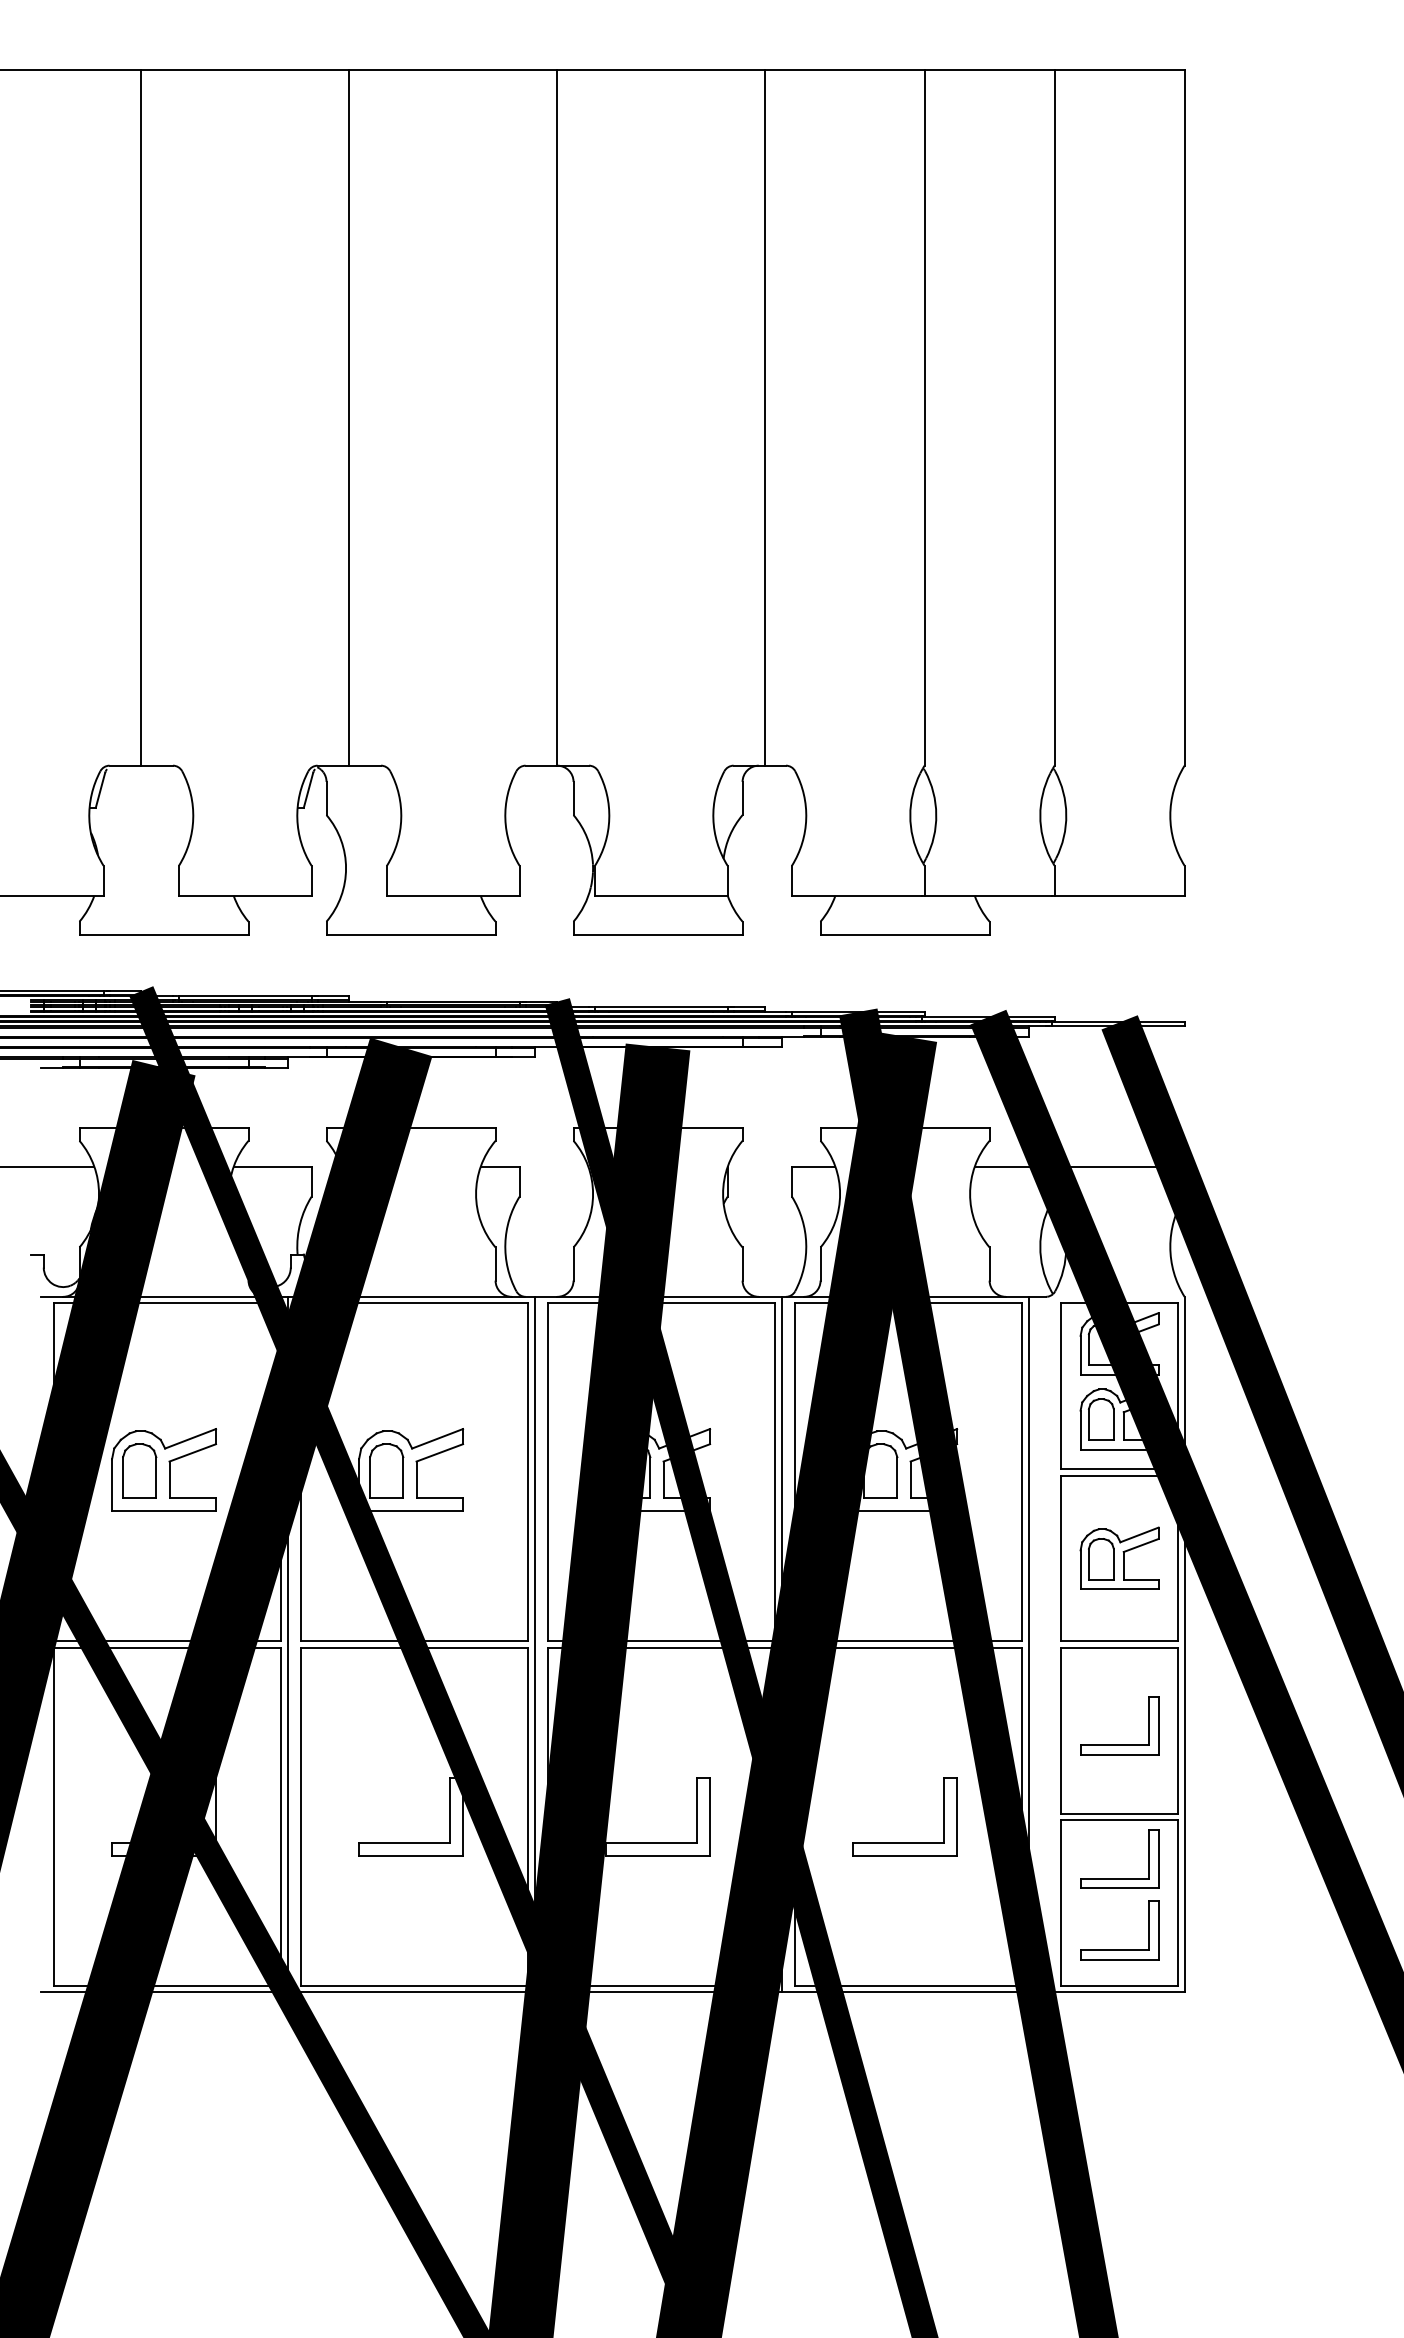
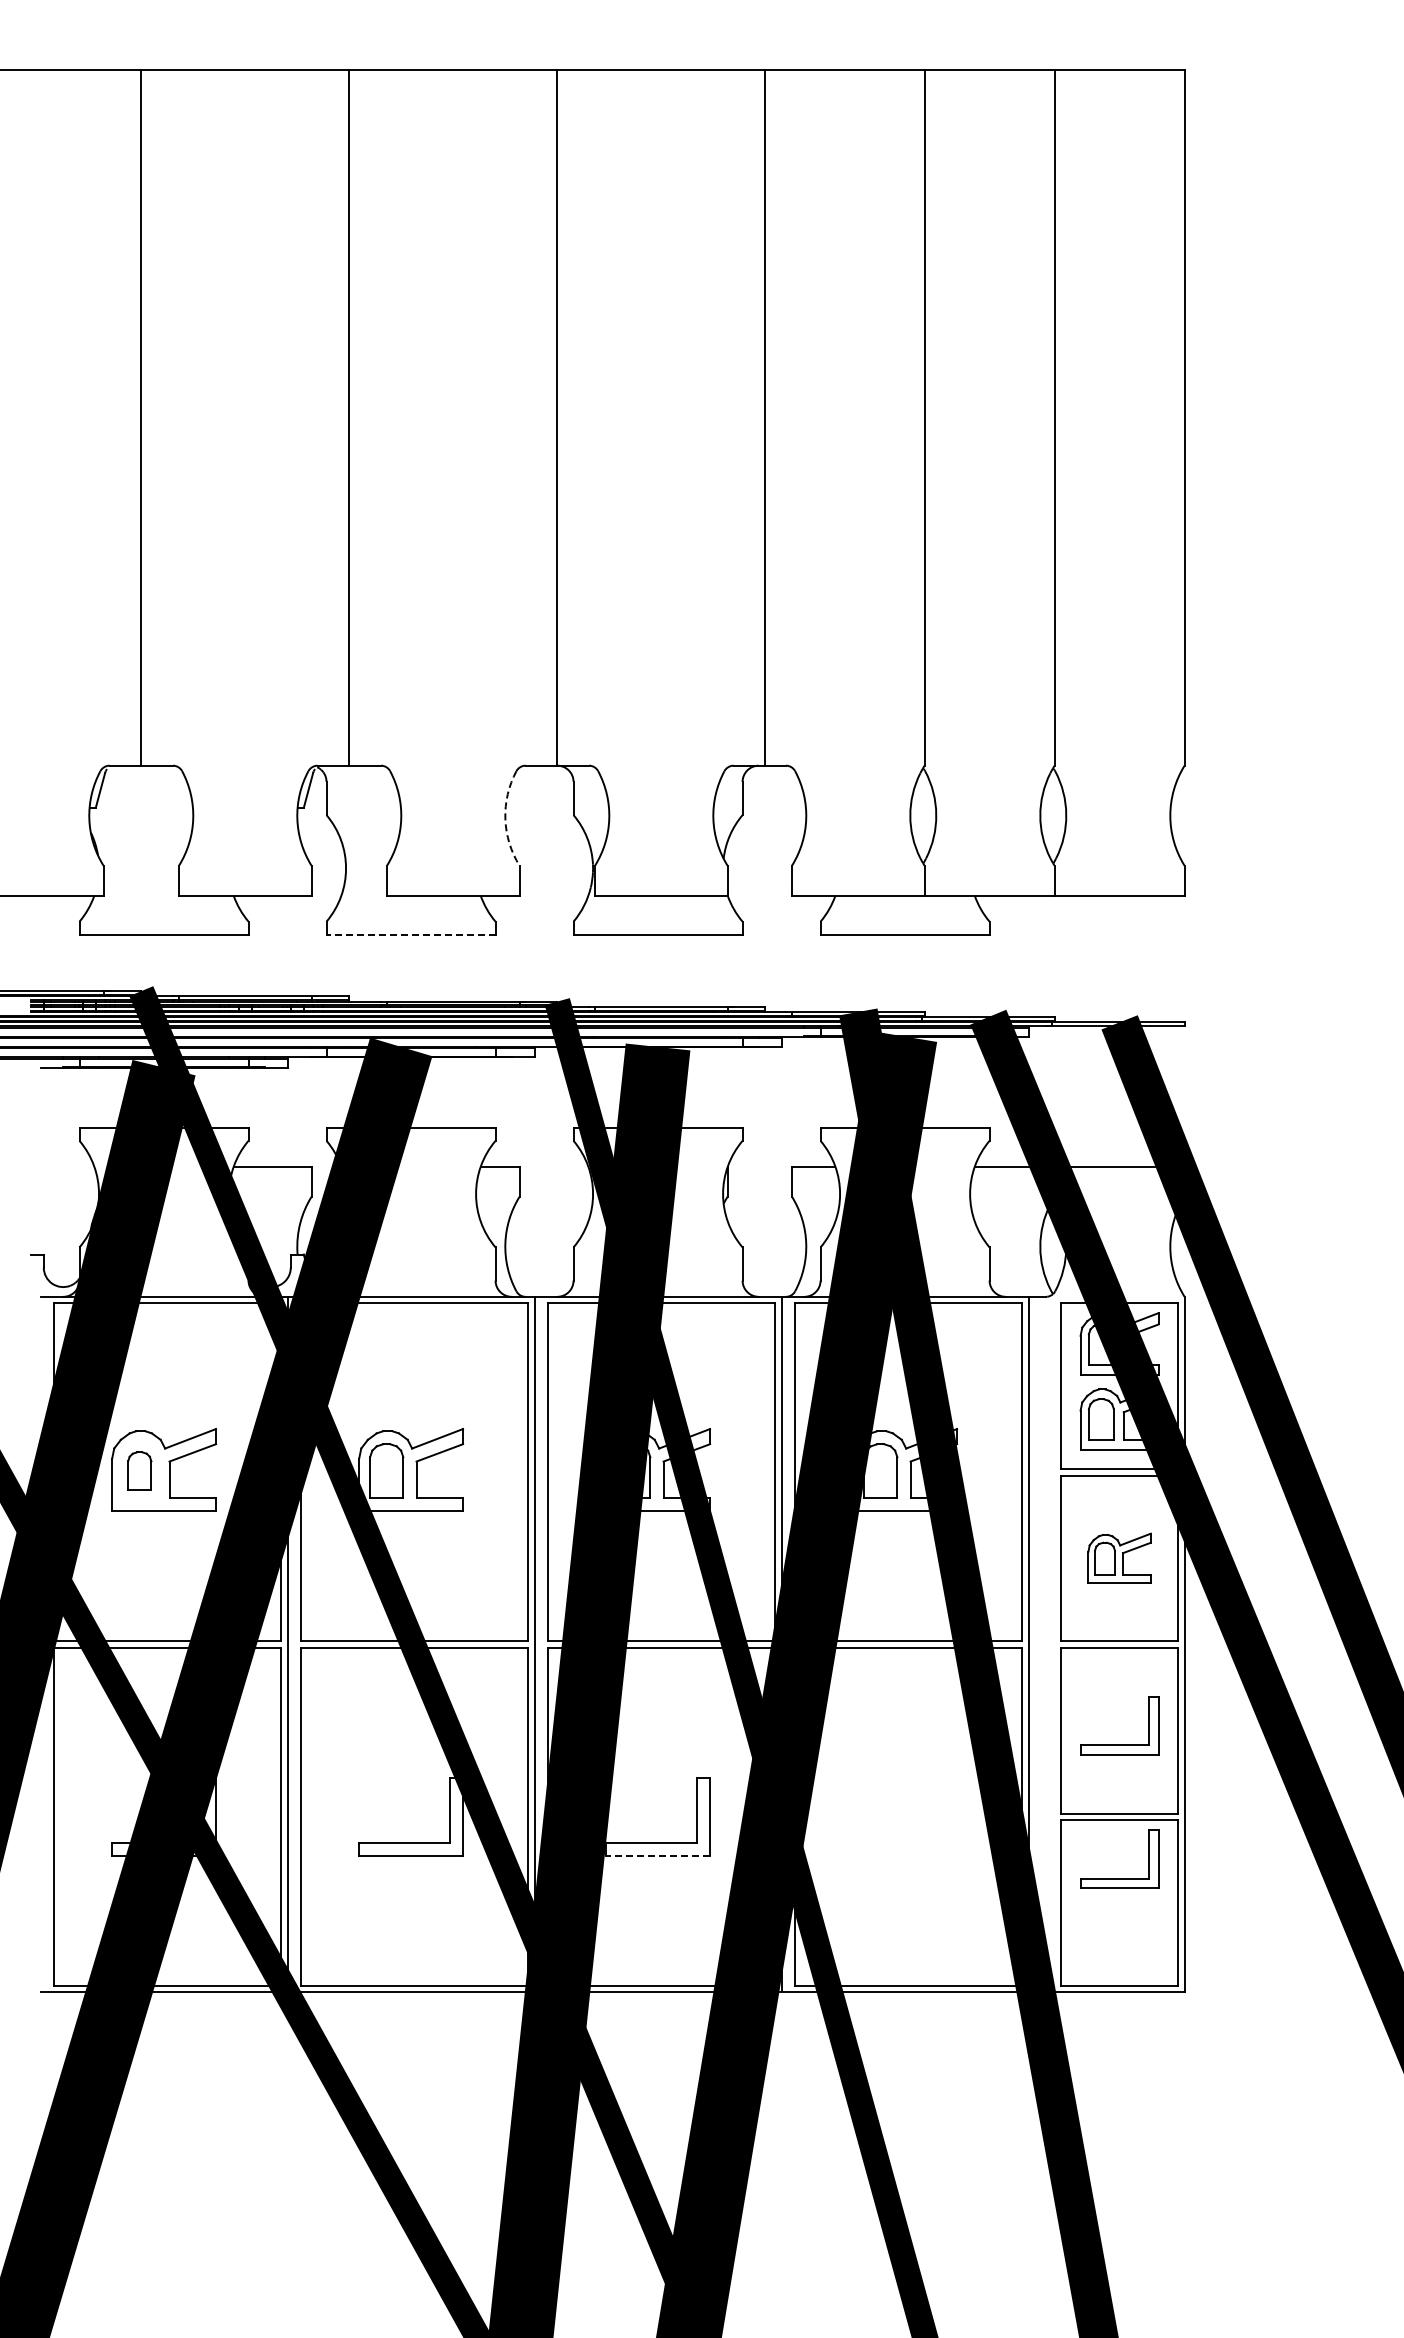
arc at (505, 818): solid -> dashed
line at (411, 934): solid -> dashed
line at (48, 1166): present -> none
part at (139, 1470) size: 36x56 px -> 26x40 px
part at (1119, 1557) size: 81x64 px -> 65x52 px
part at (904, 1842): present -> none
line at (657, 1855): solid -> dashed
part at (1119, 1949): present -> none
